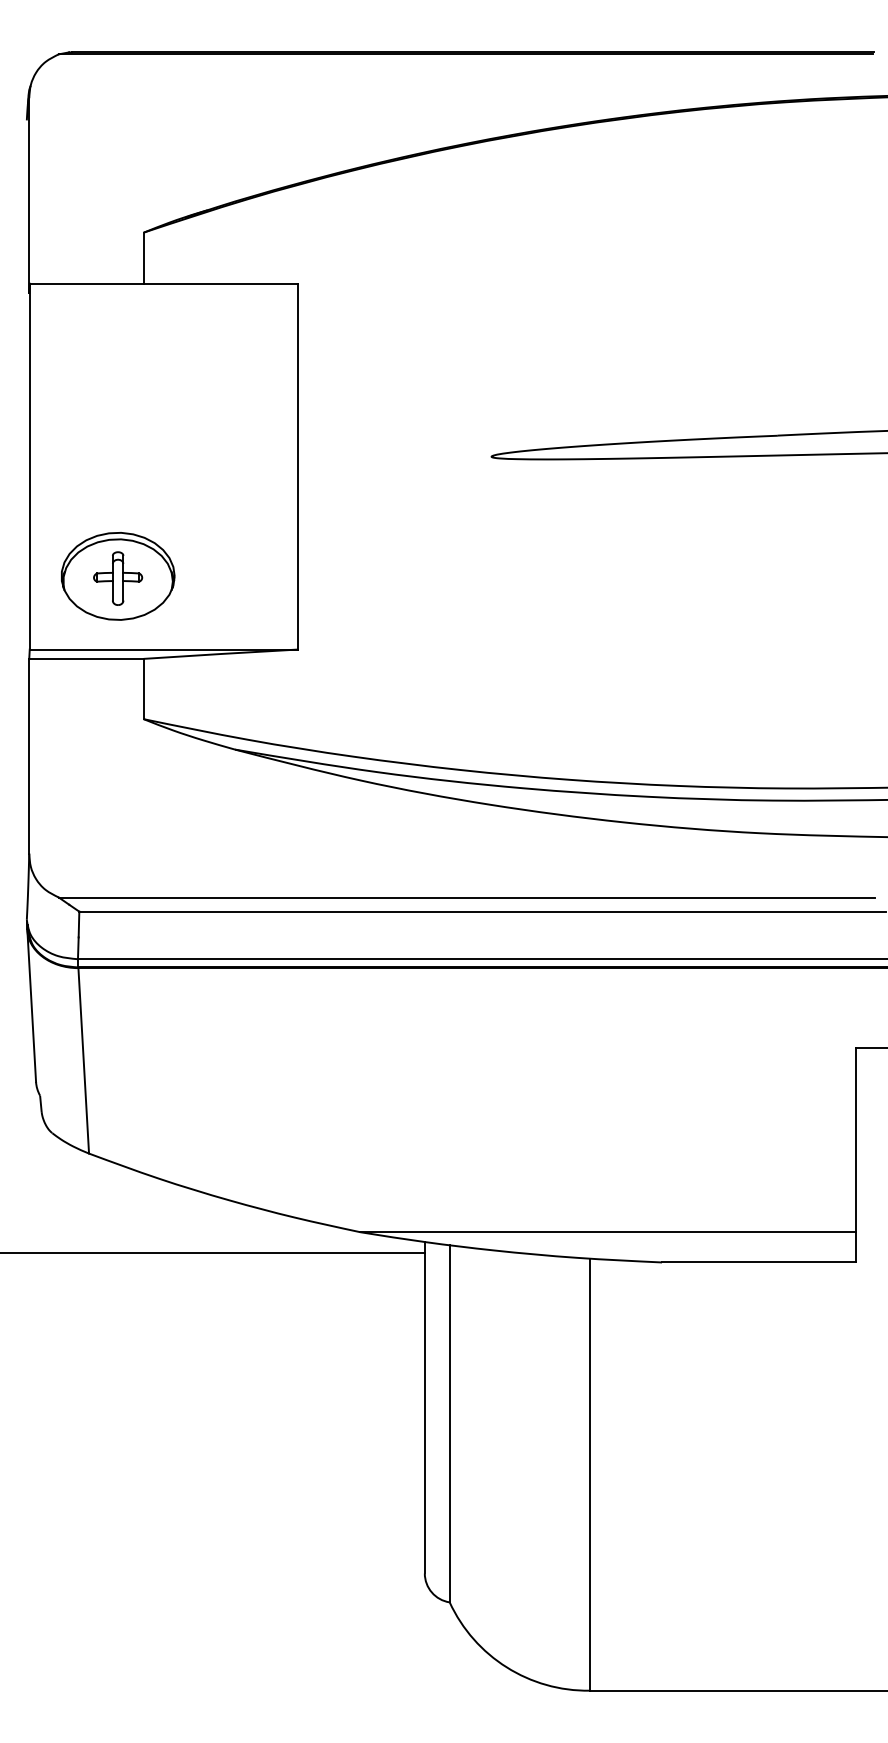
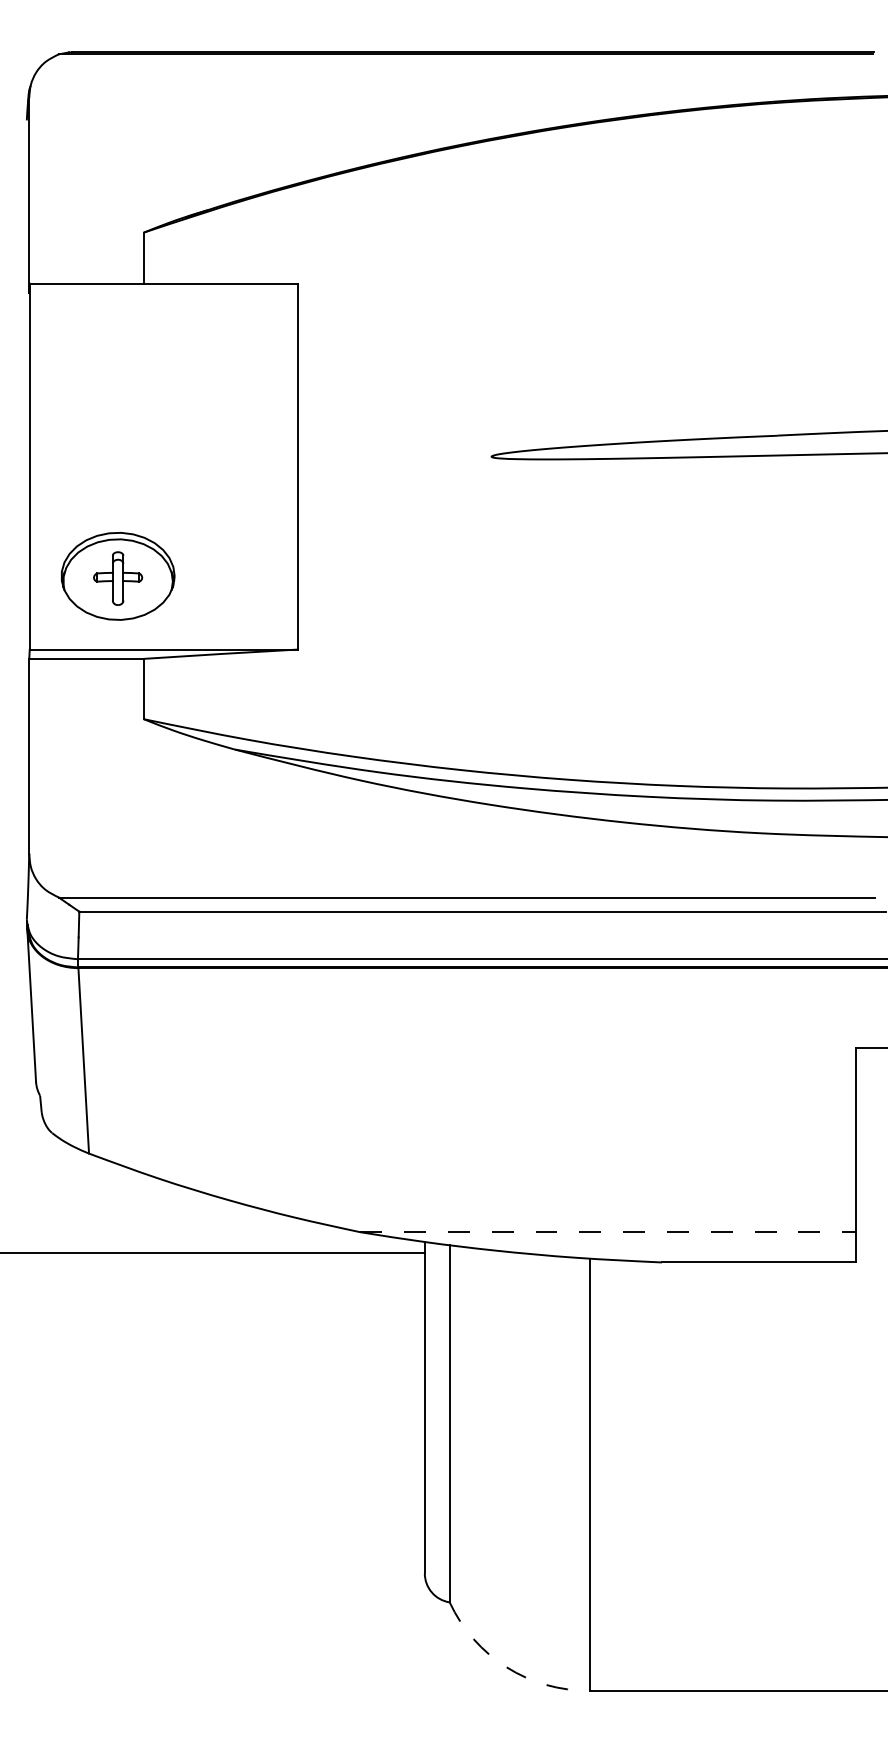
line at (607, 1232): solid -> dashed
arc at (506, 1667): solid -> dashed
